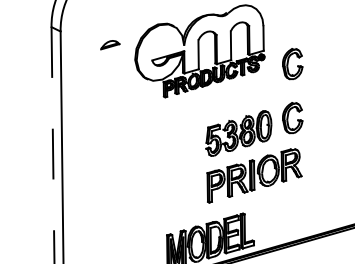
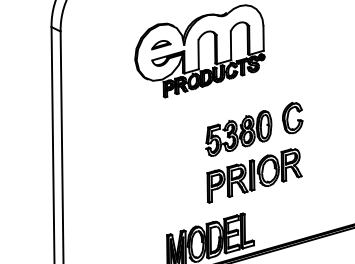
part at (110, 45) position: (110, 45) -> (161, 45)
part at (292, 64): present -> none
line at (53, 145): dashed -> solid
